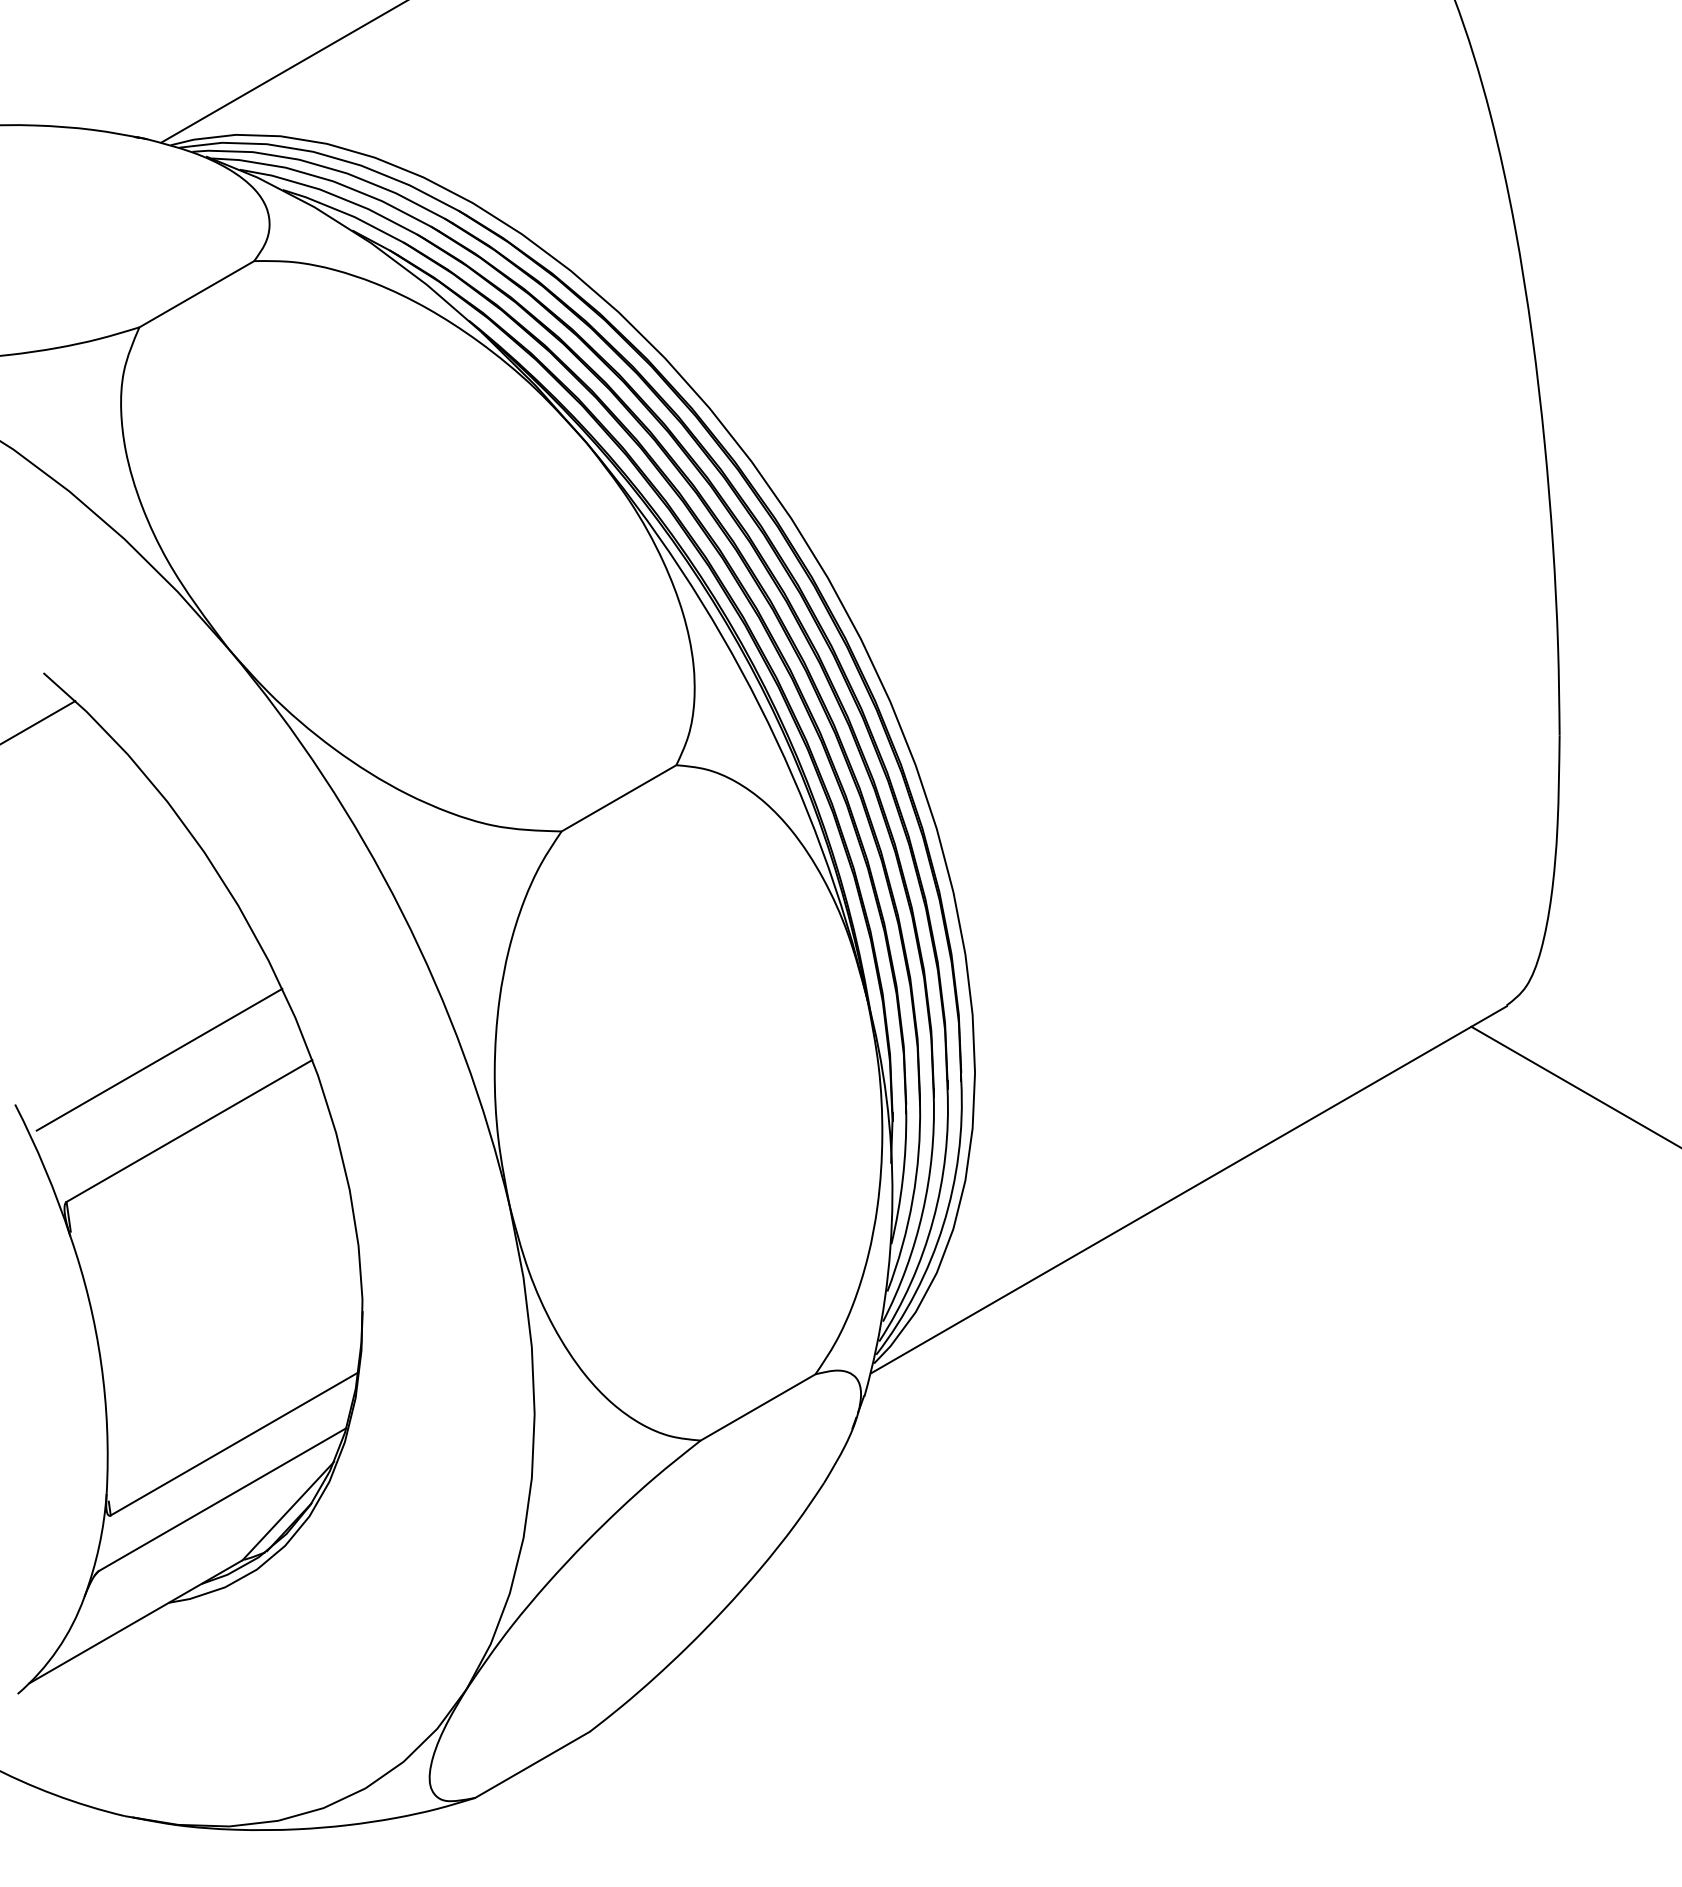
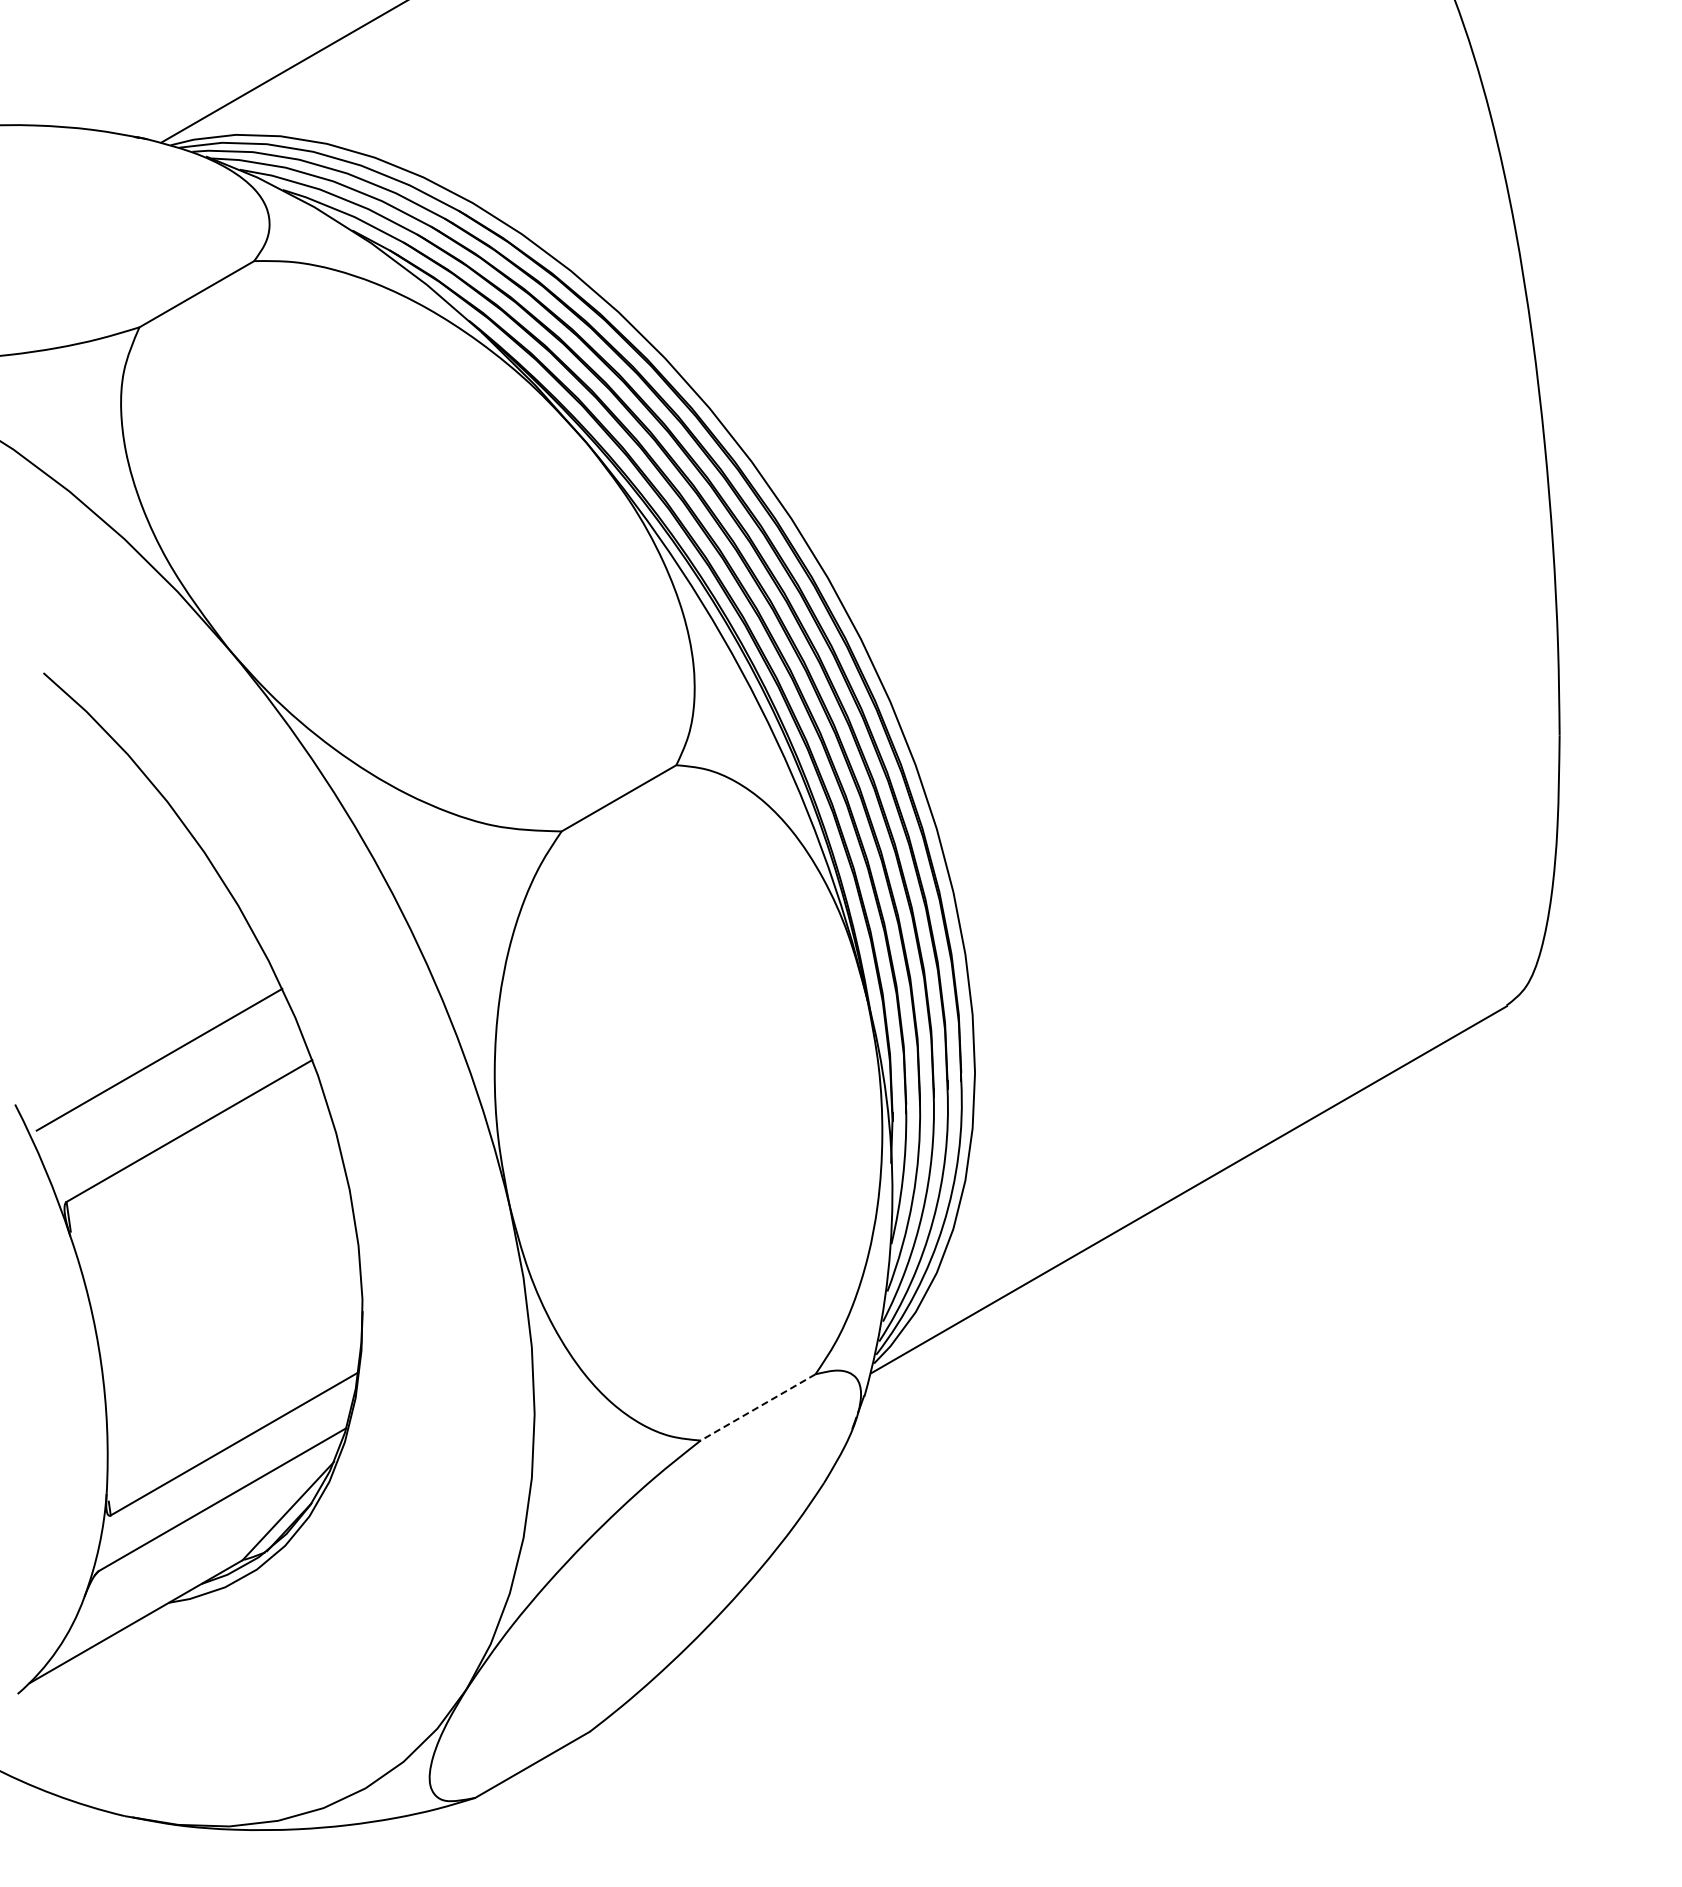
line at (38, 722): present -> none
line at (1574, 1086): present -> none
line at (757, 1407): solid -> dashed
